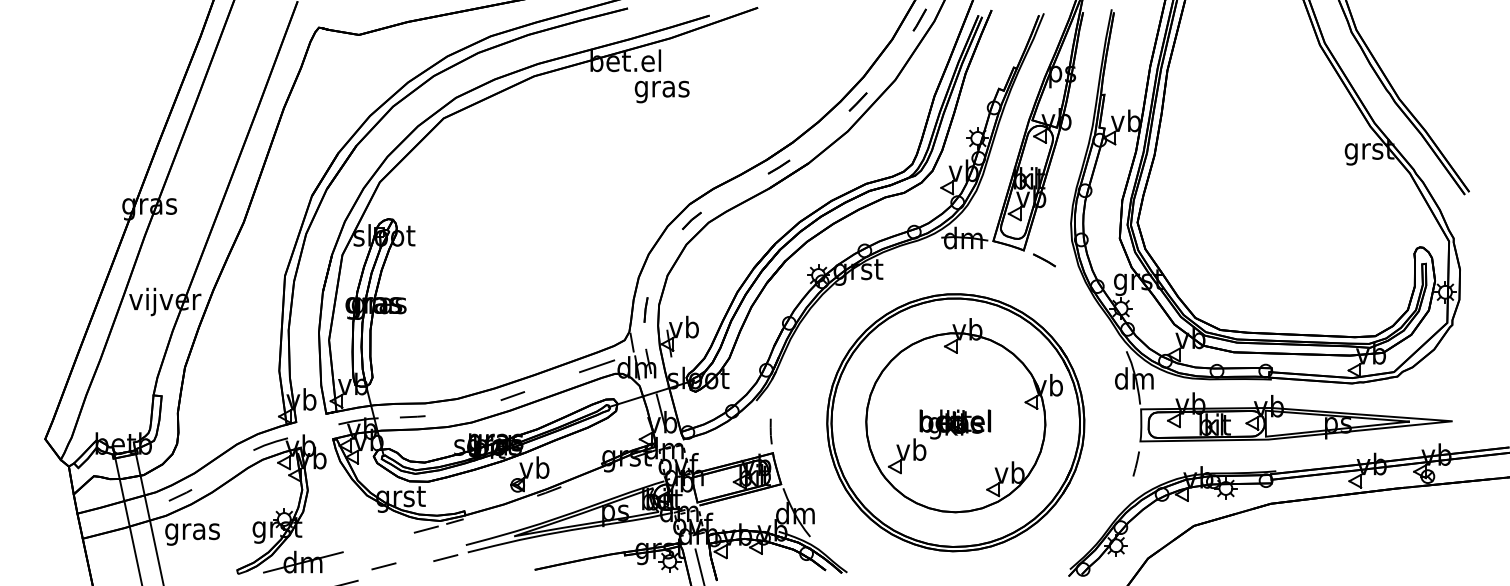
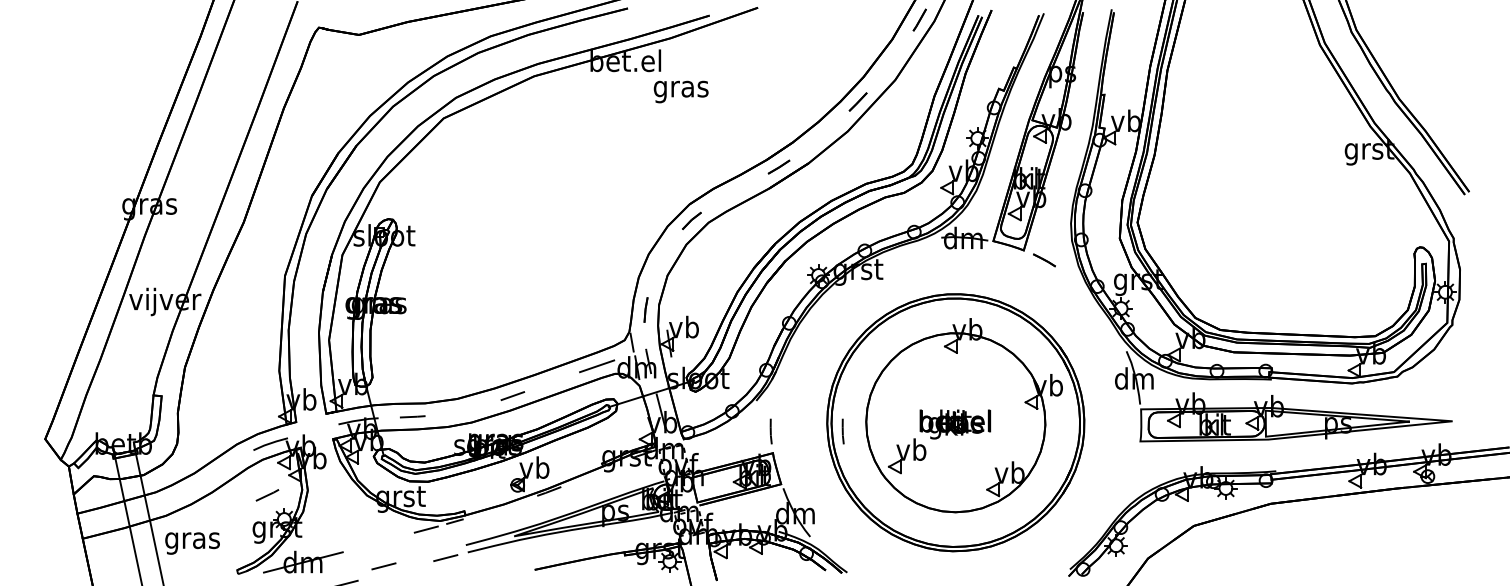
text at (661, 91) position: (661, 91) -> (680, 91)
line at (842, 431): none -> present
line at (1135, 463): present -> none
line at (180, 495) position: (180, 495) -> (267, 495)
text at (192, 534) position: (192, 534) -> (192, 543)
line at (699, 565): present -> none
